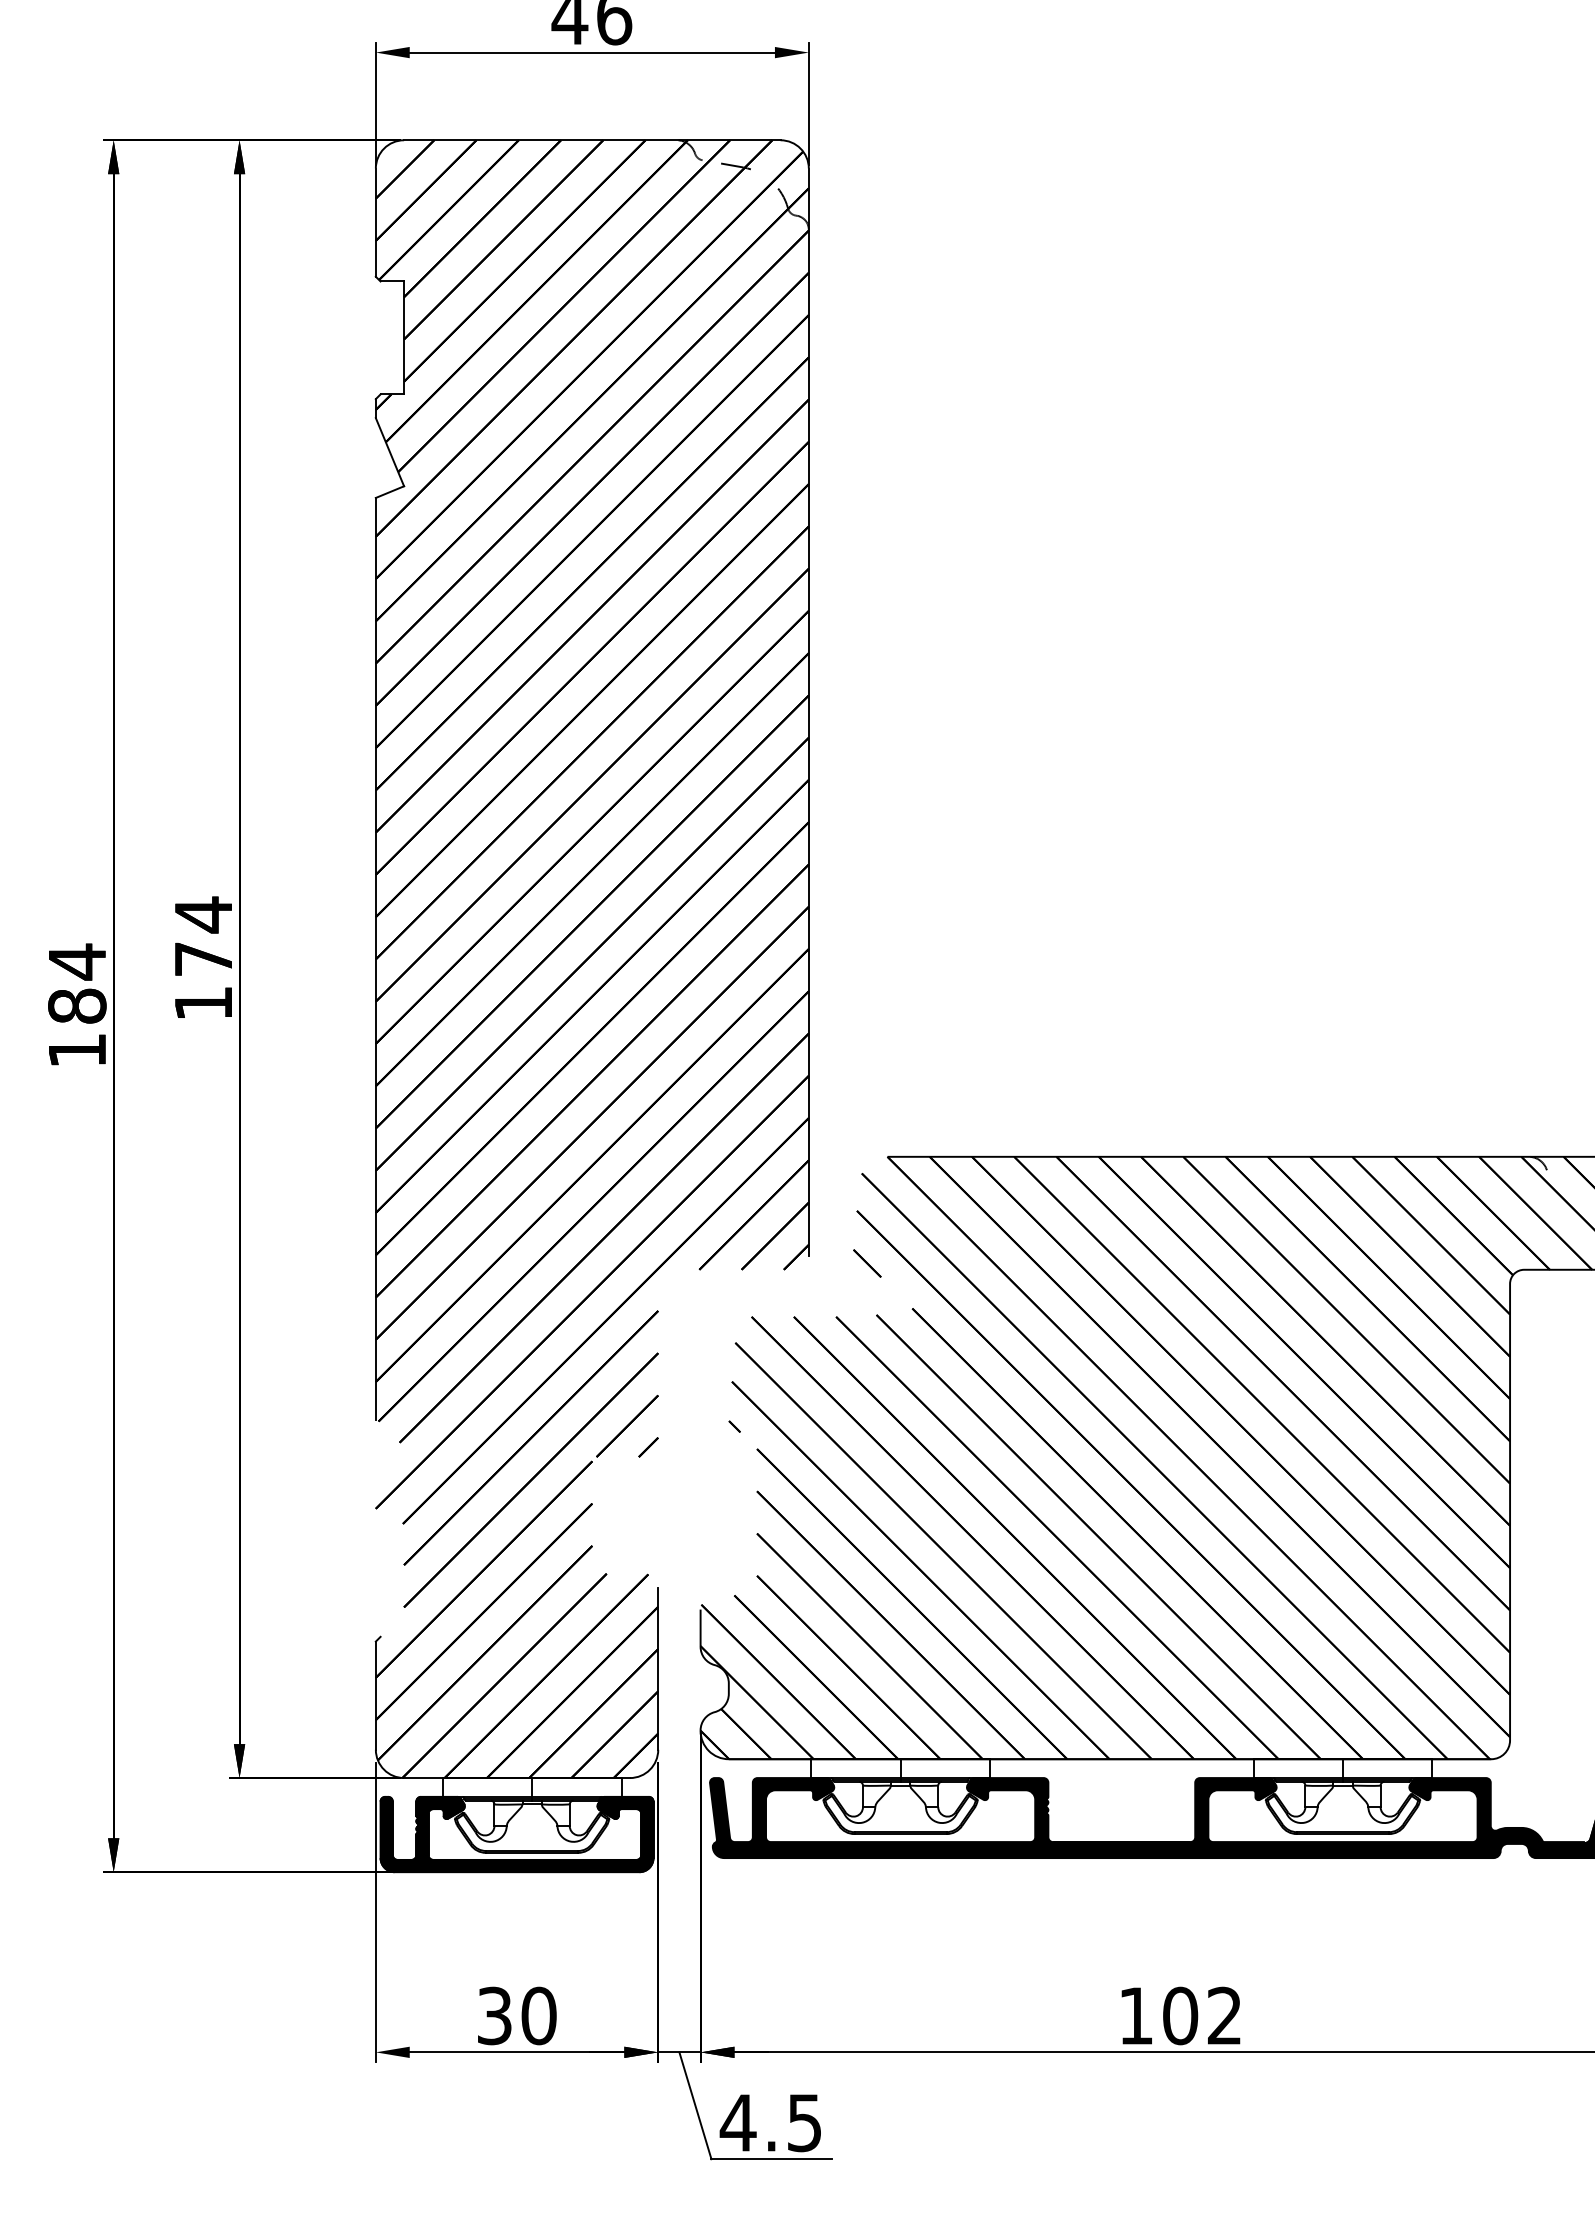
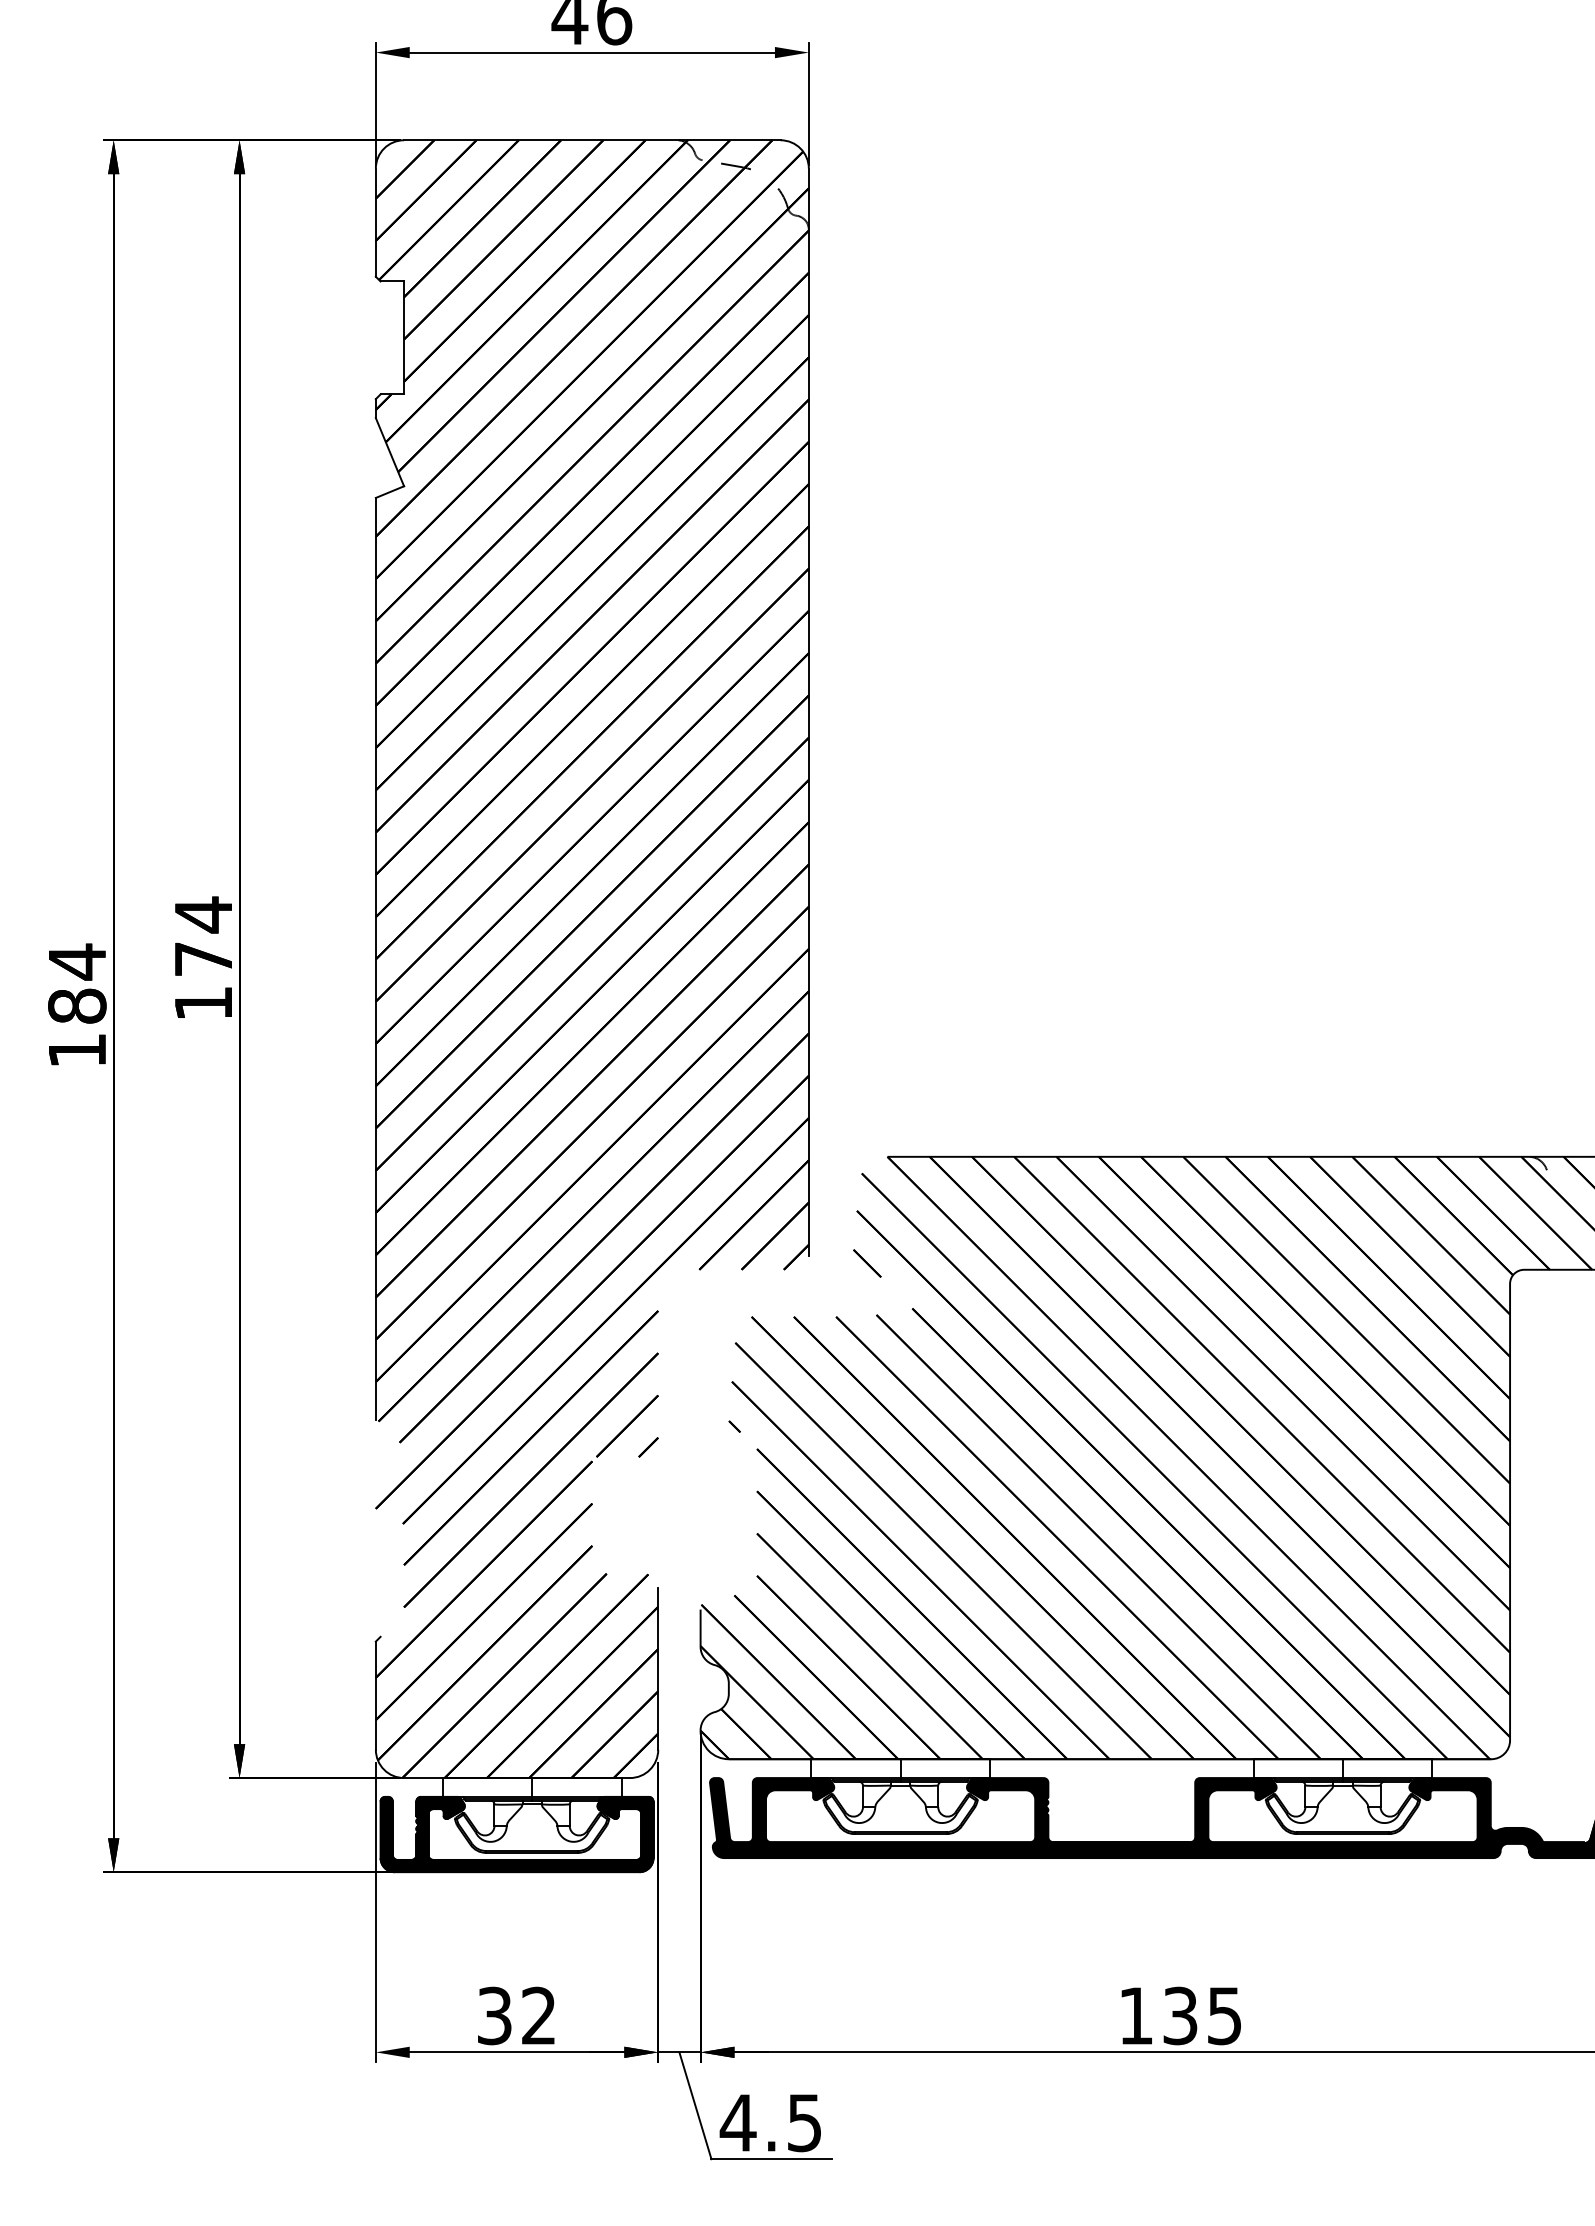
text at (538, 2015): 30 -> 32
text at (1201, 2015): 102 -> 135
